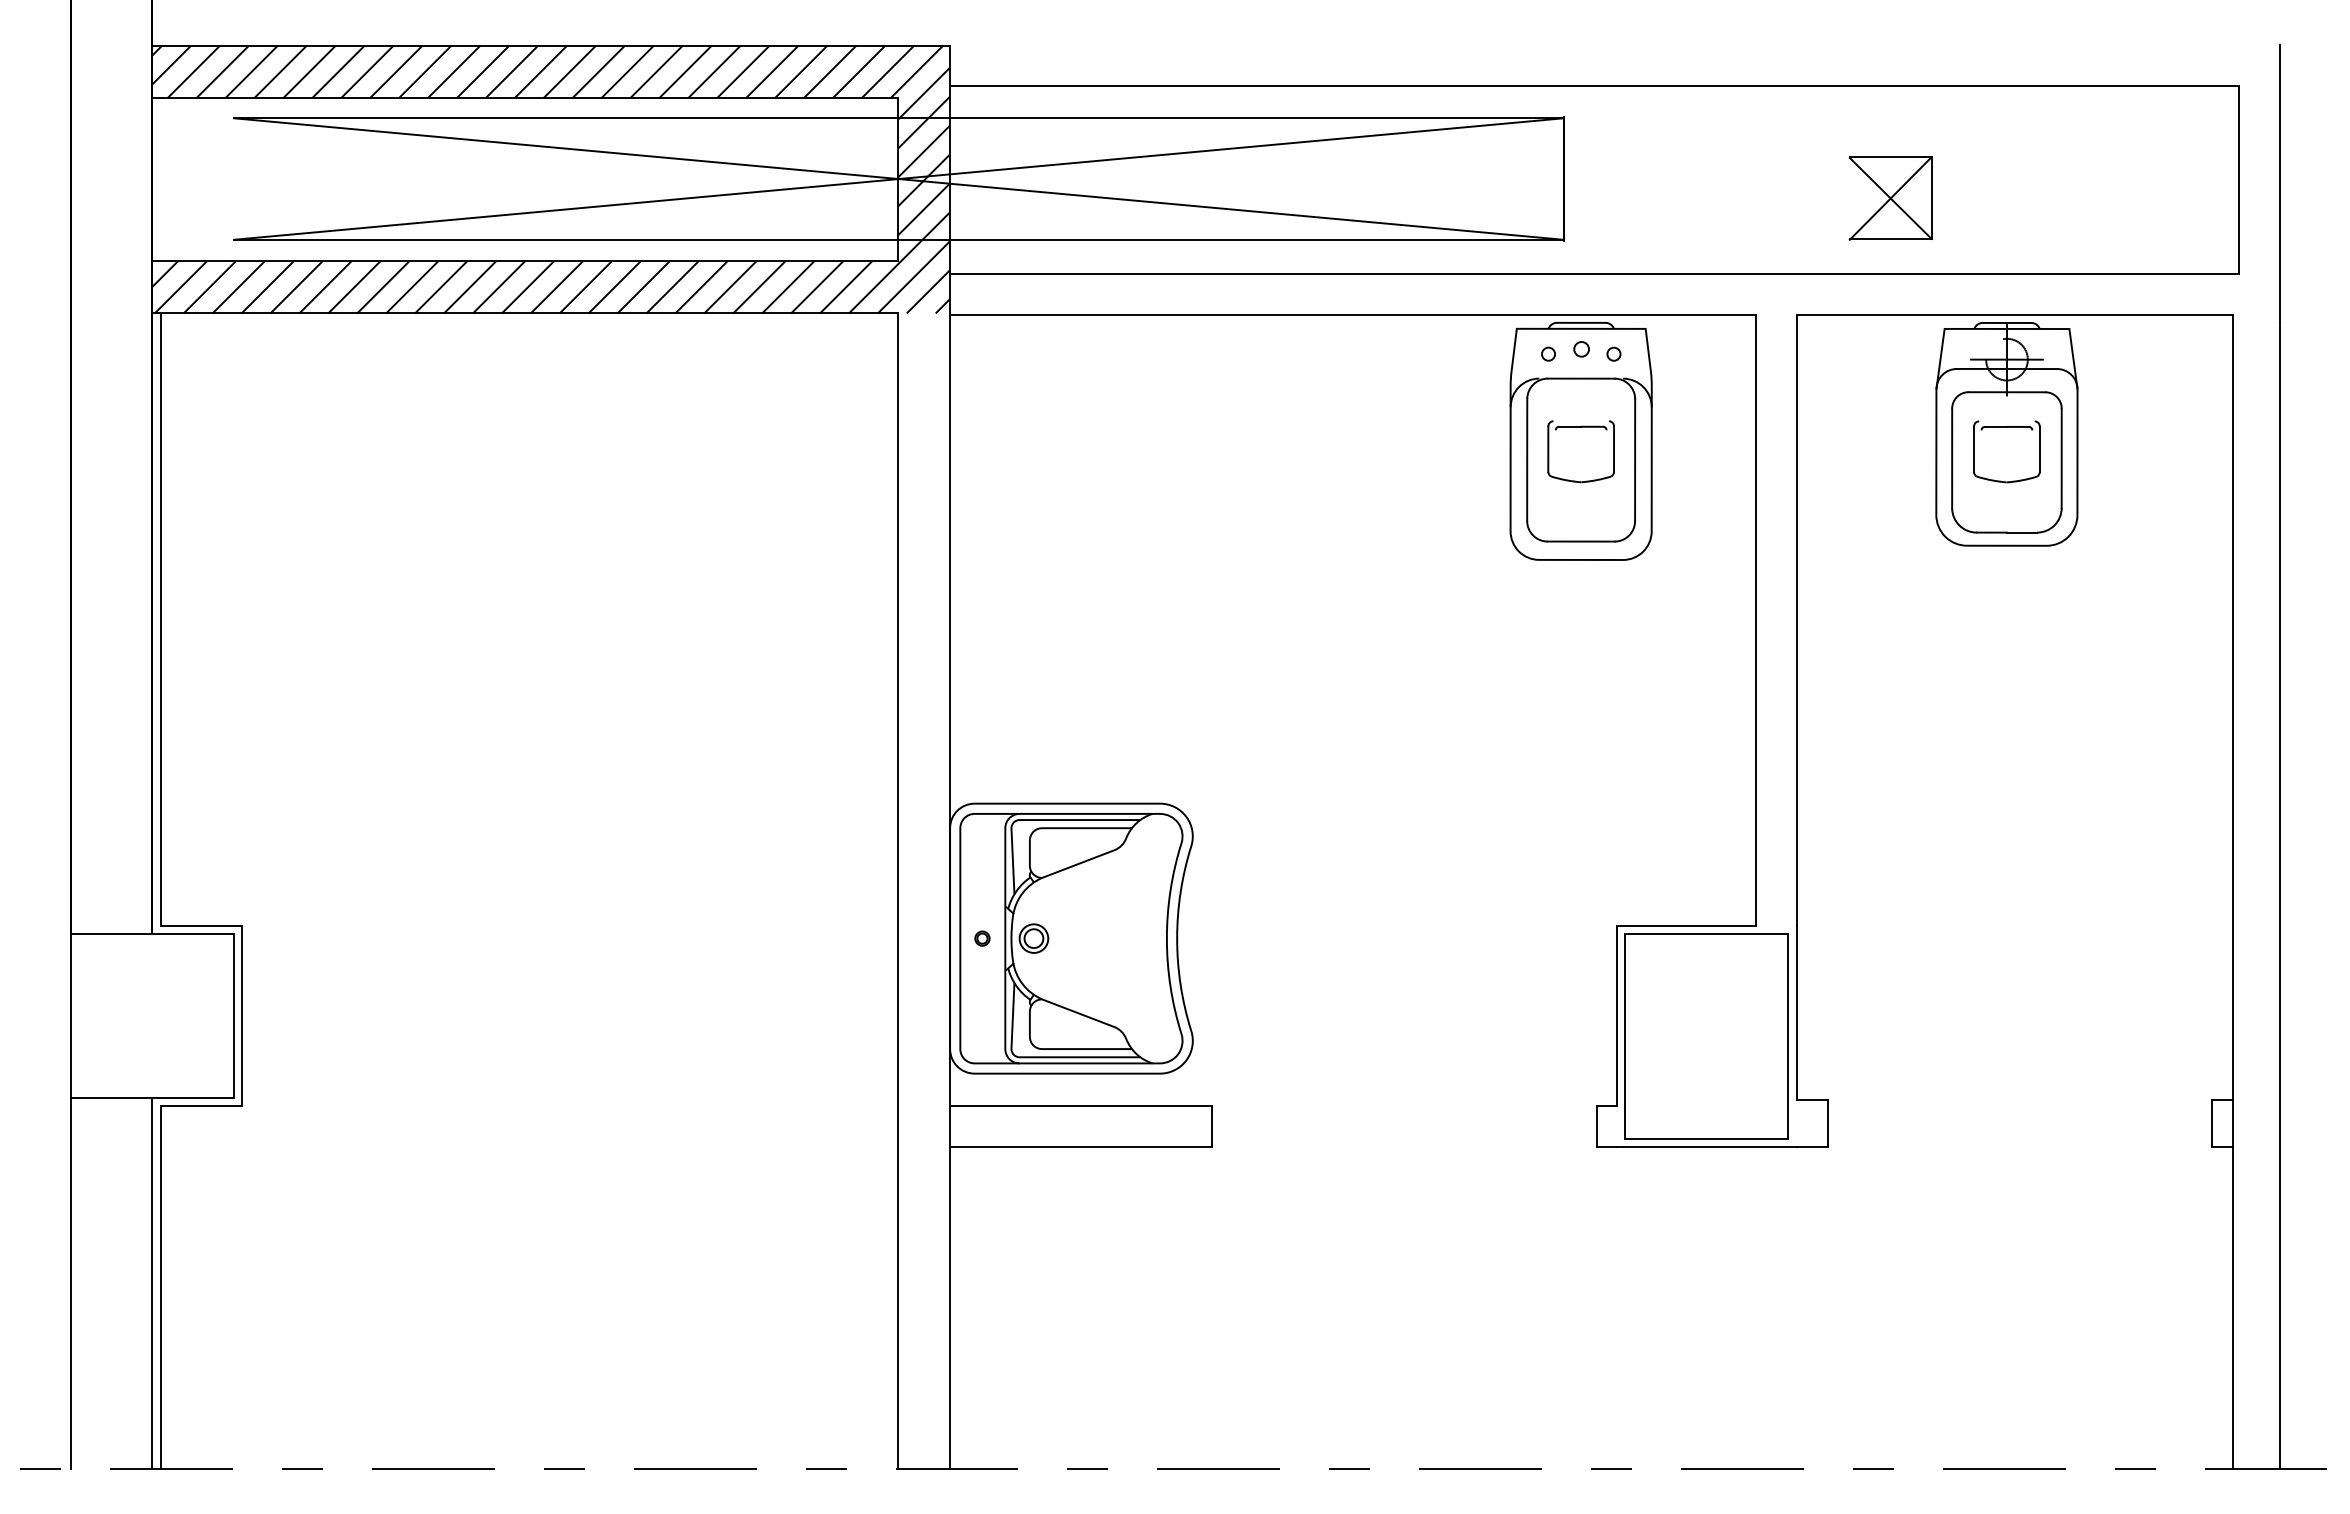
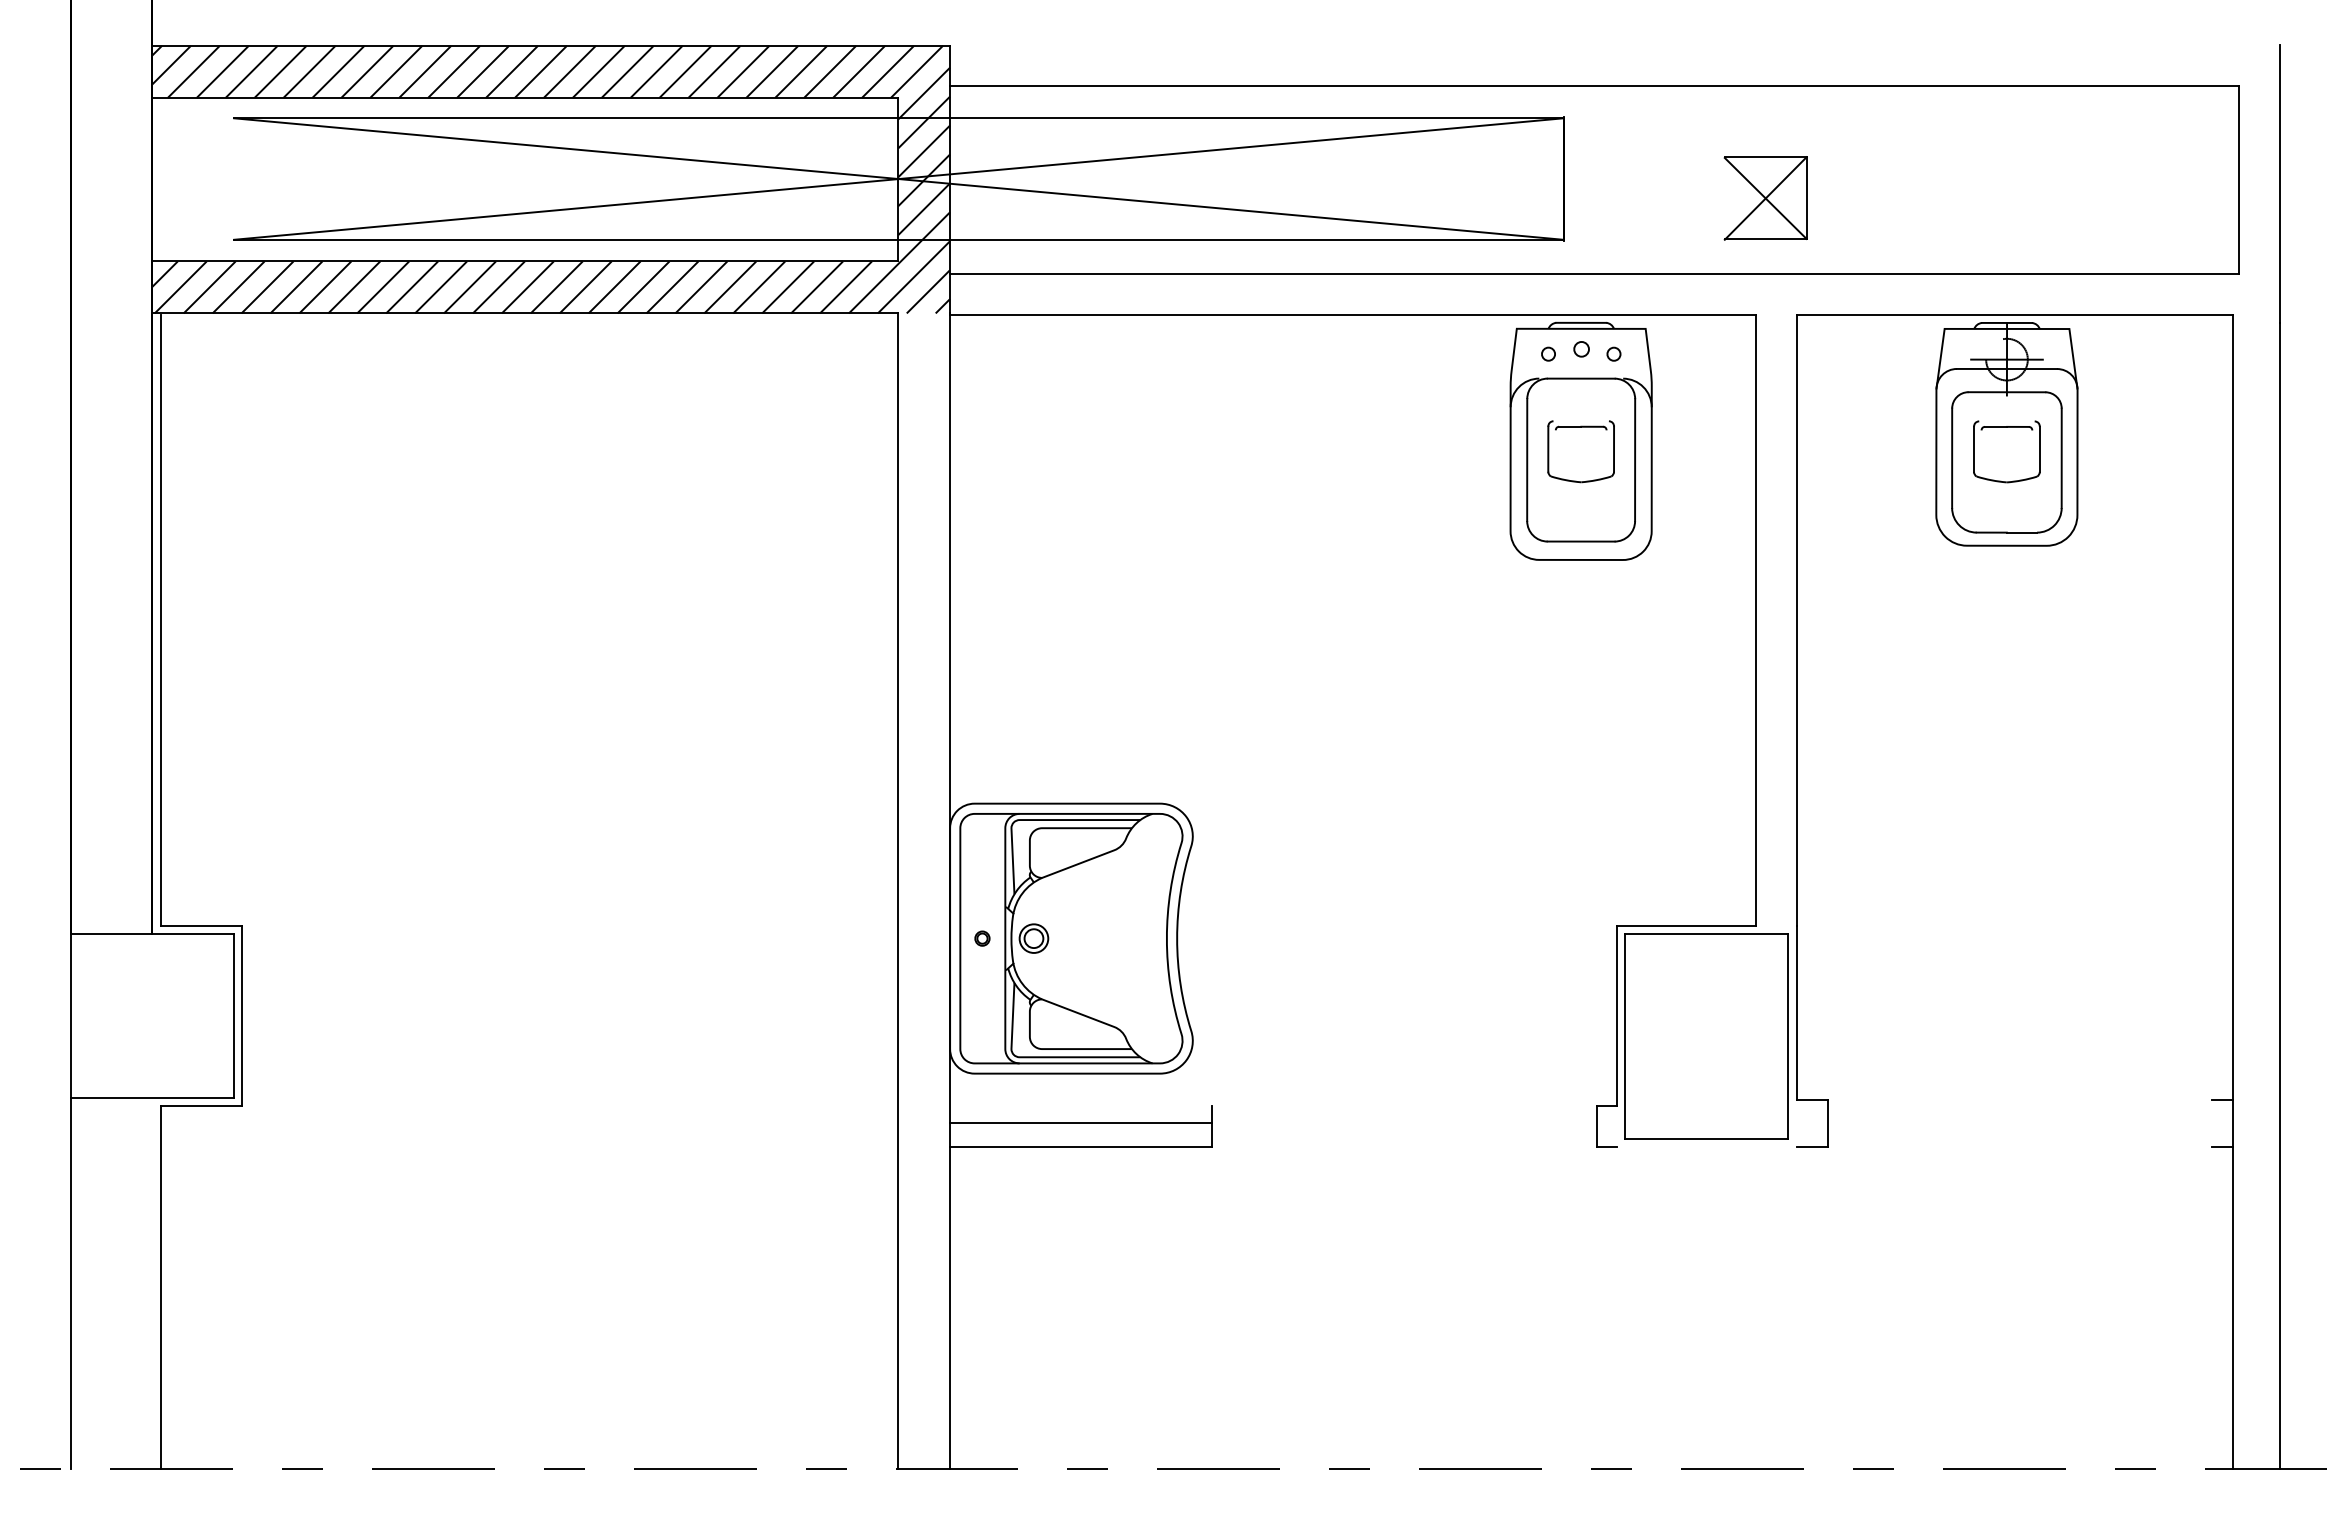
part at (1890, 198) position: (1890, 198) -> (1765, 198)
line at (1081, 1106) position: (1081, 1106) -> (1081, 1123)
line at (2212, 1123): present -> none
line at (1706, 1147): present -> none
line at (152, 1282): present -> none
